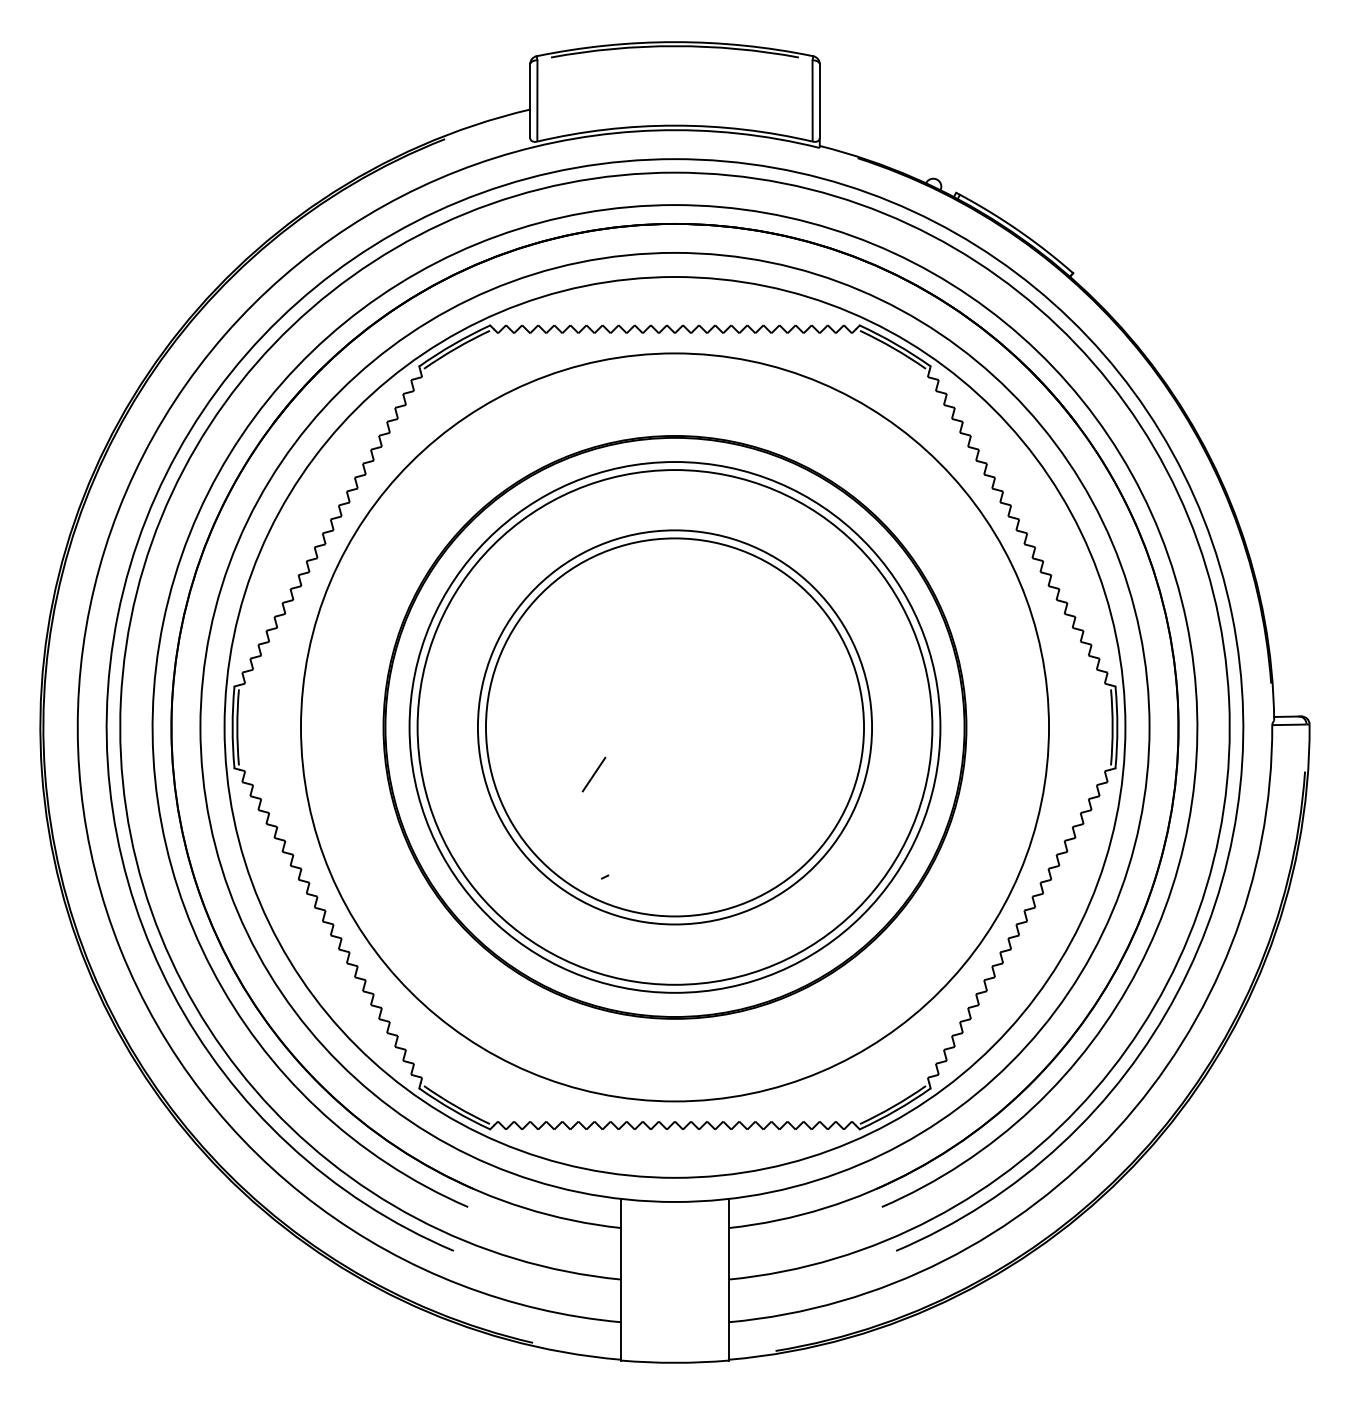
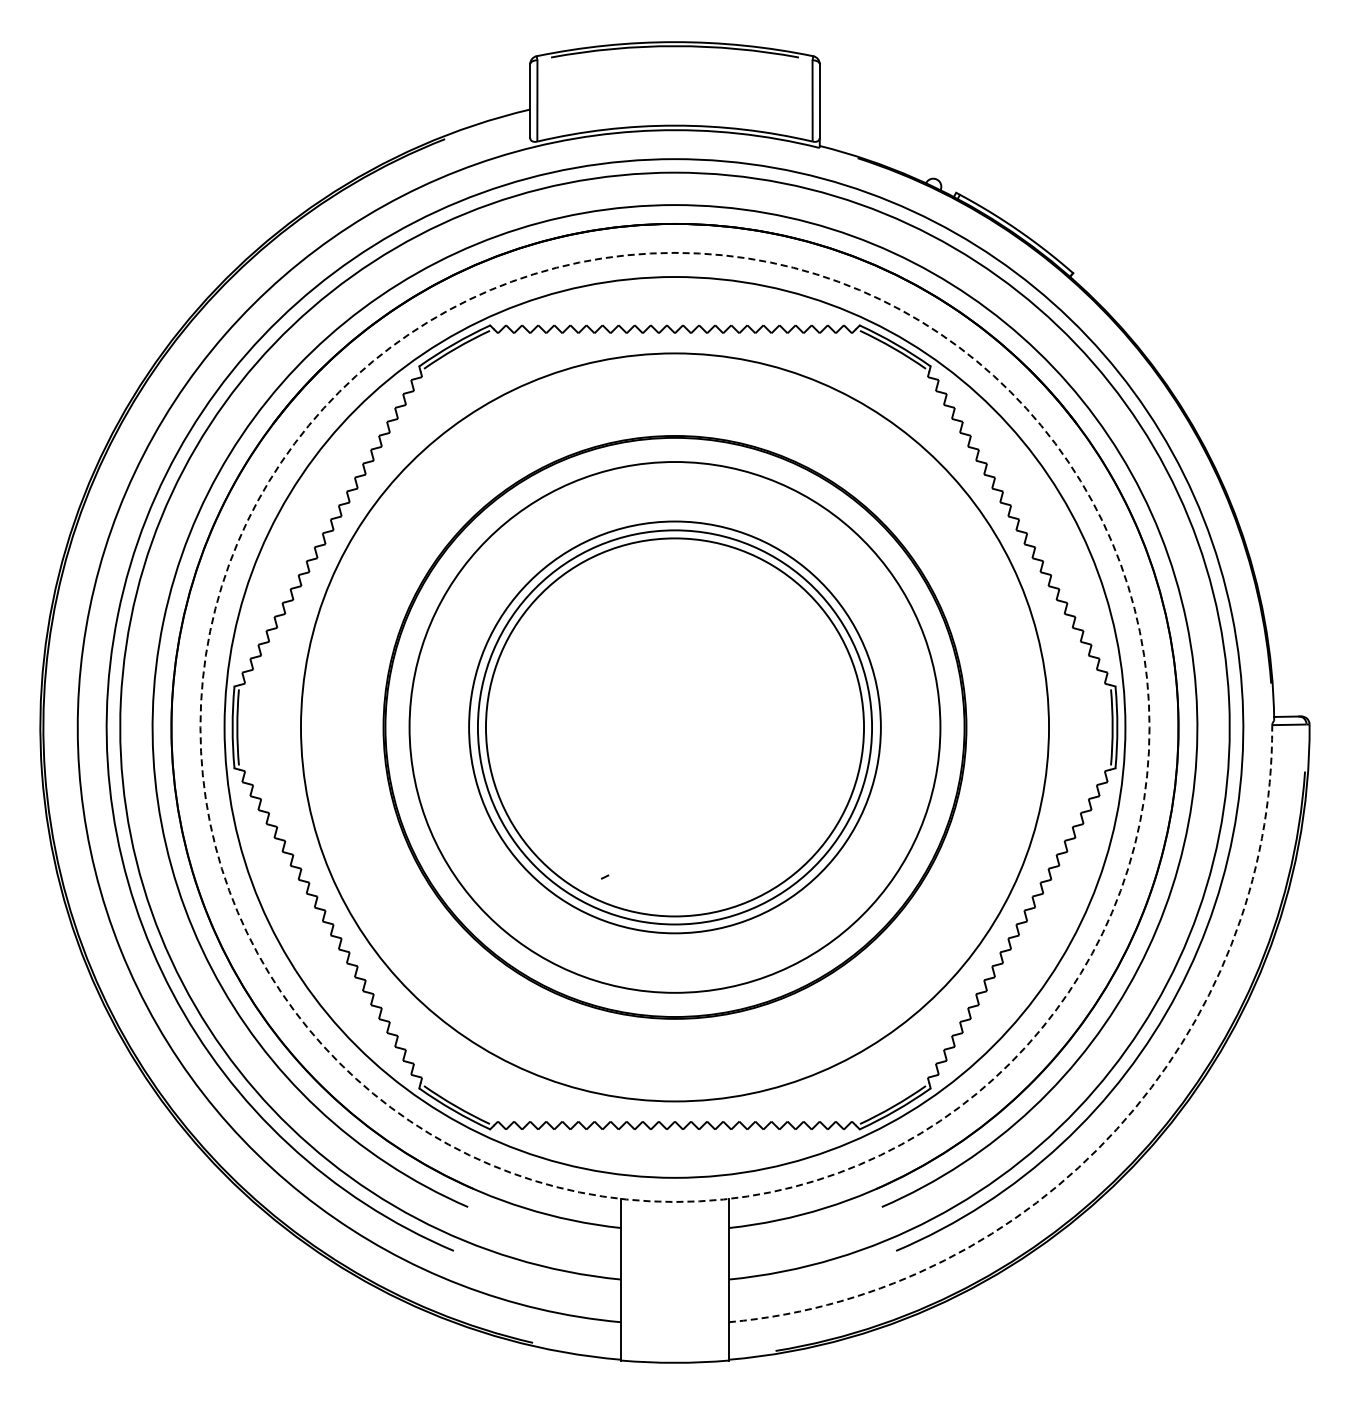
circle at (674, 726): solid -> dashed
circle at (674, 727) diameter: 515 px -> 412 px
line at (593, 774): present -> none
arc at (1116, 1129): solid -> dashed
